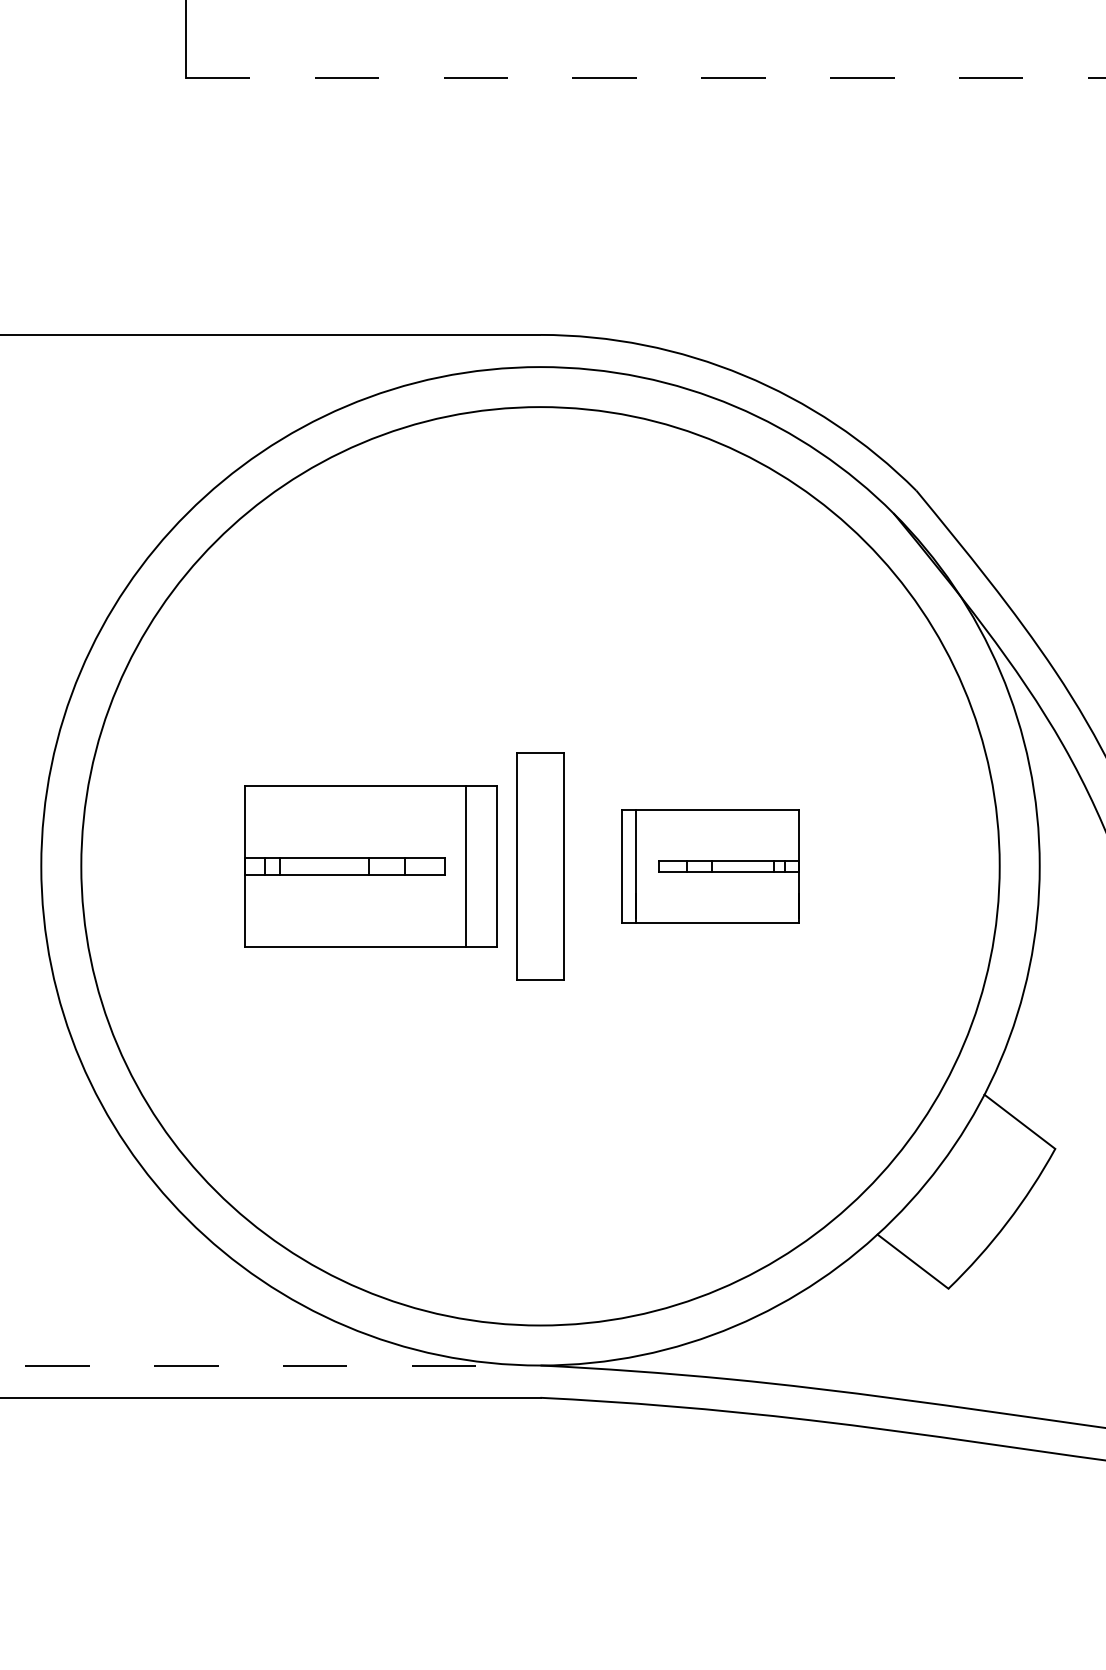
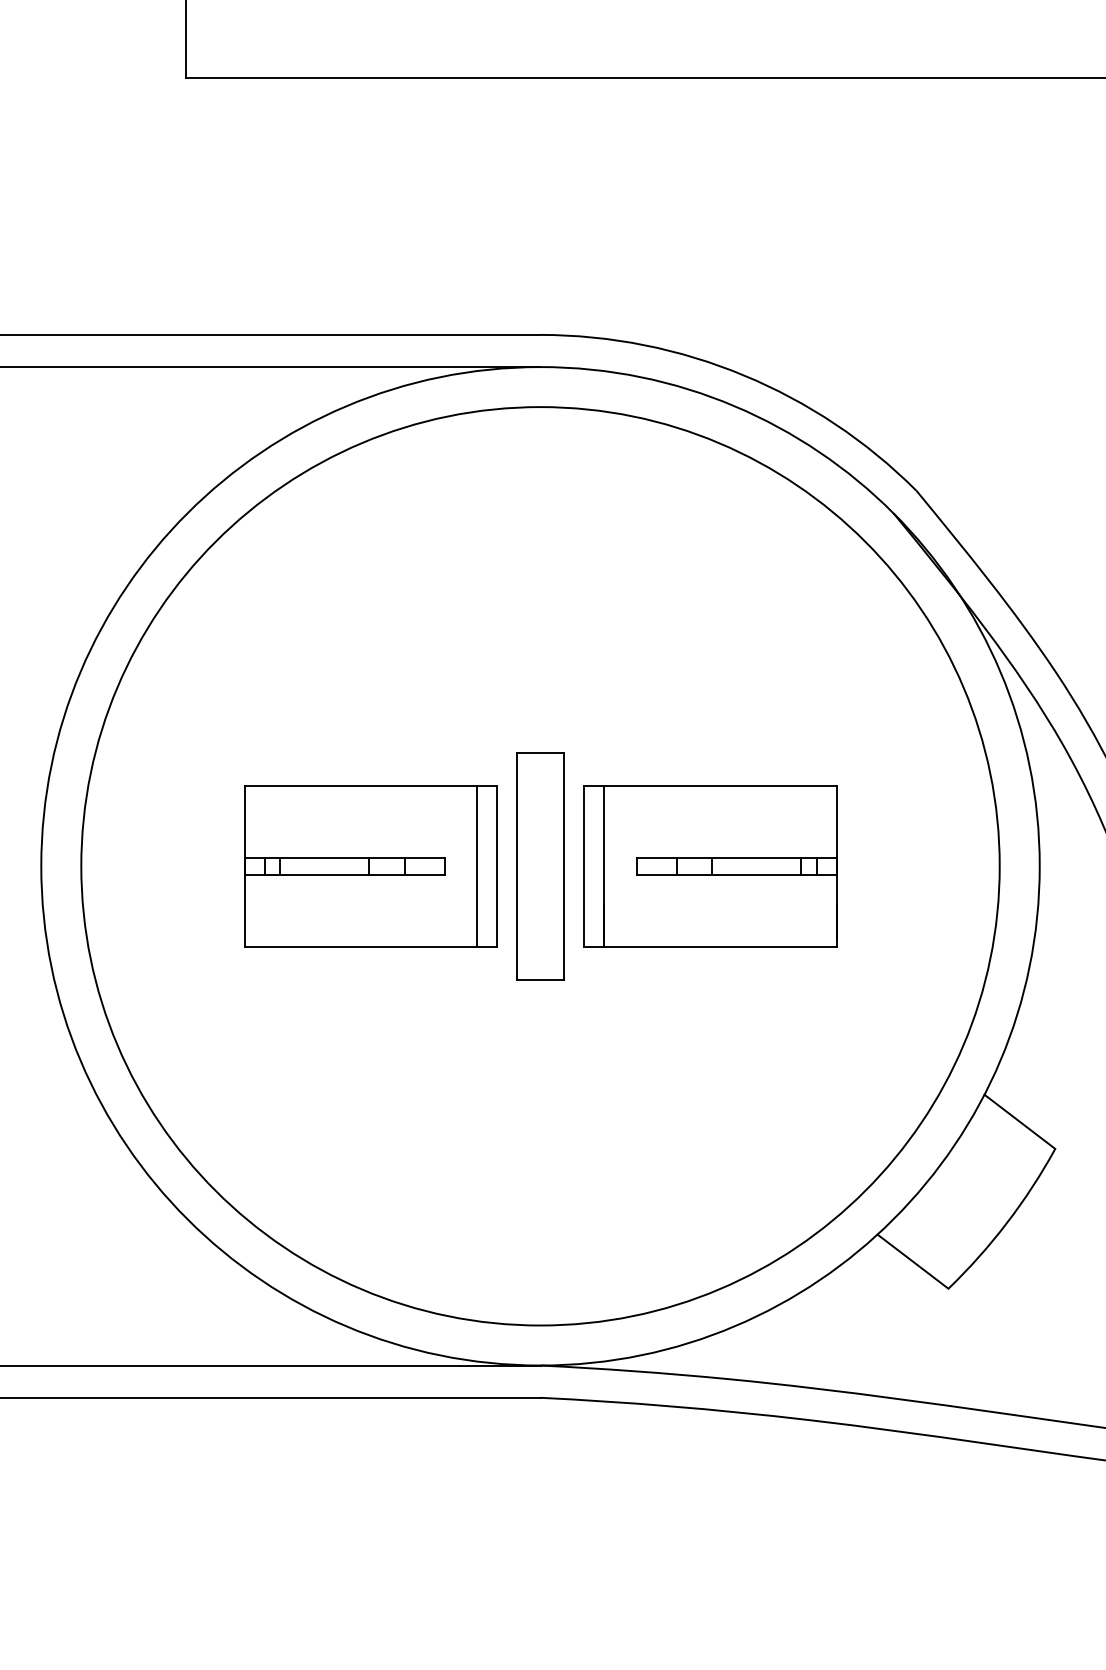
line at (645, 78): dashed -> solid
line at (271, 367): none -> present
line at (466, 865) position: (466, 865) -> (477, 865)
part at (710, 866) size: 179x115 px -> 255x163 px
line at (271, 1365): dashed -> solid
